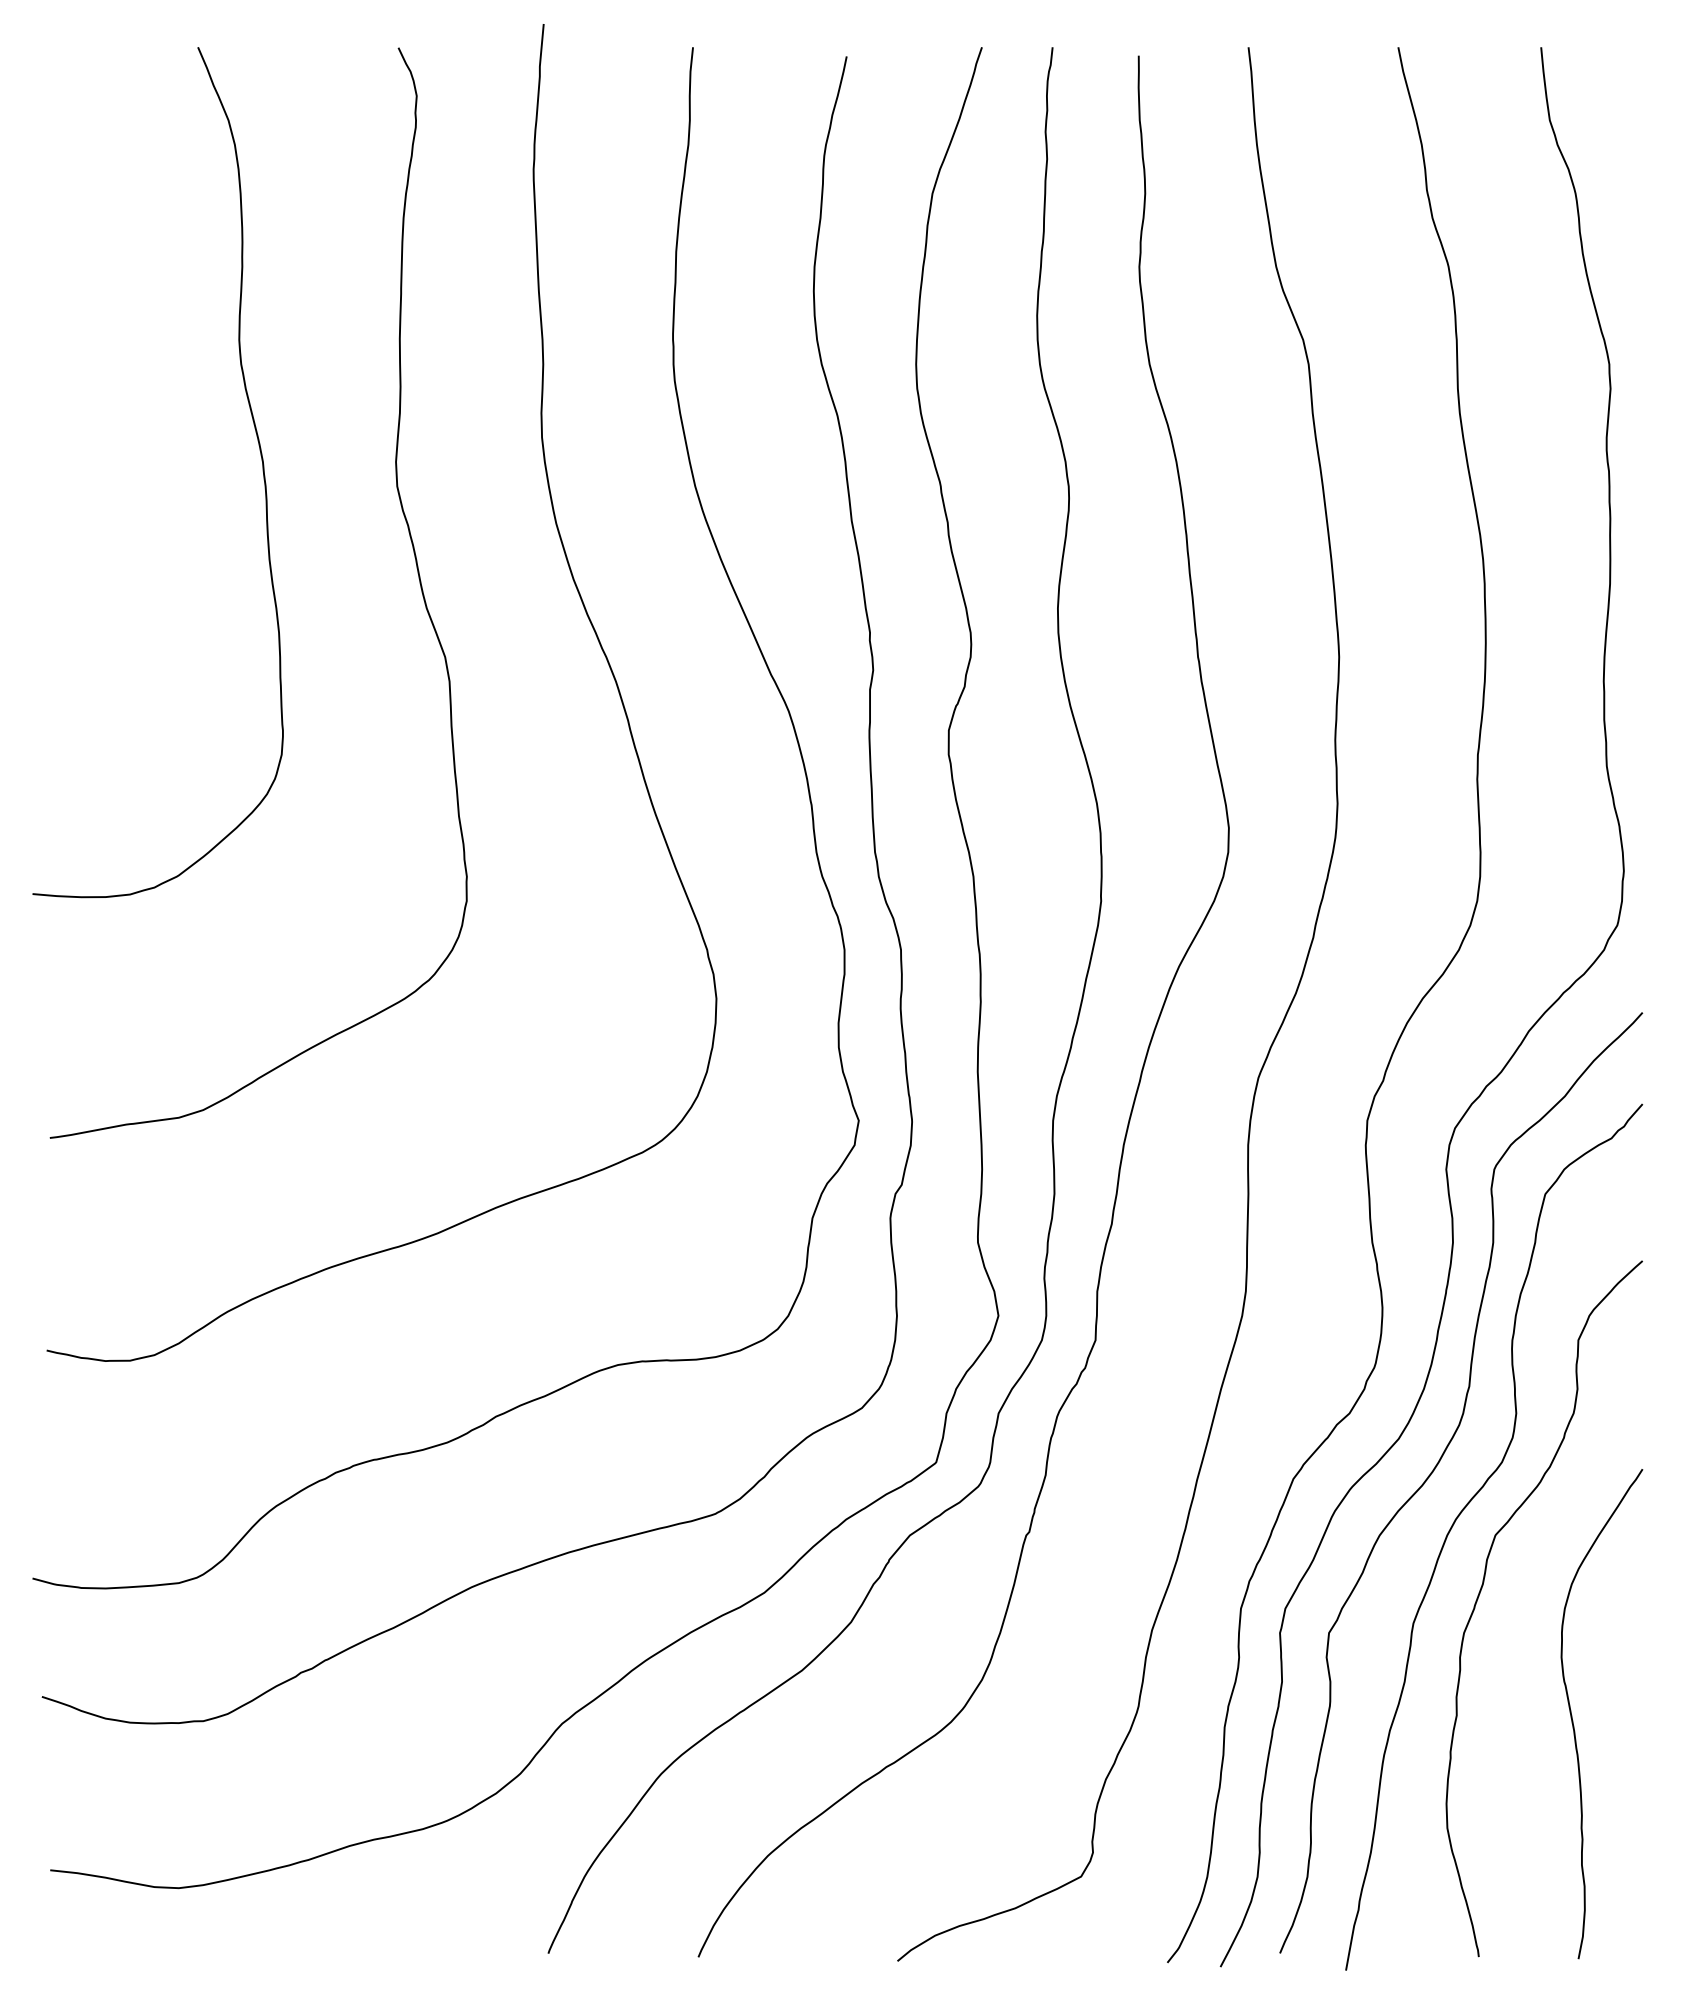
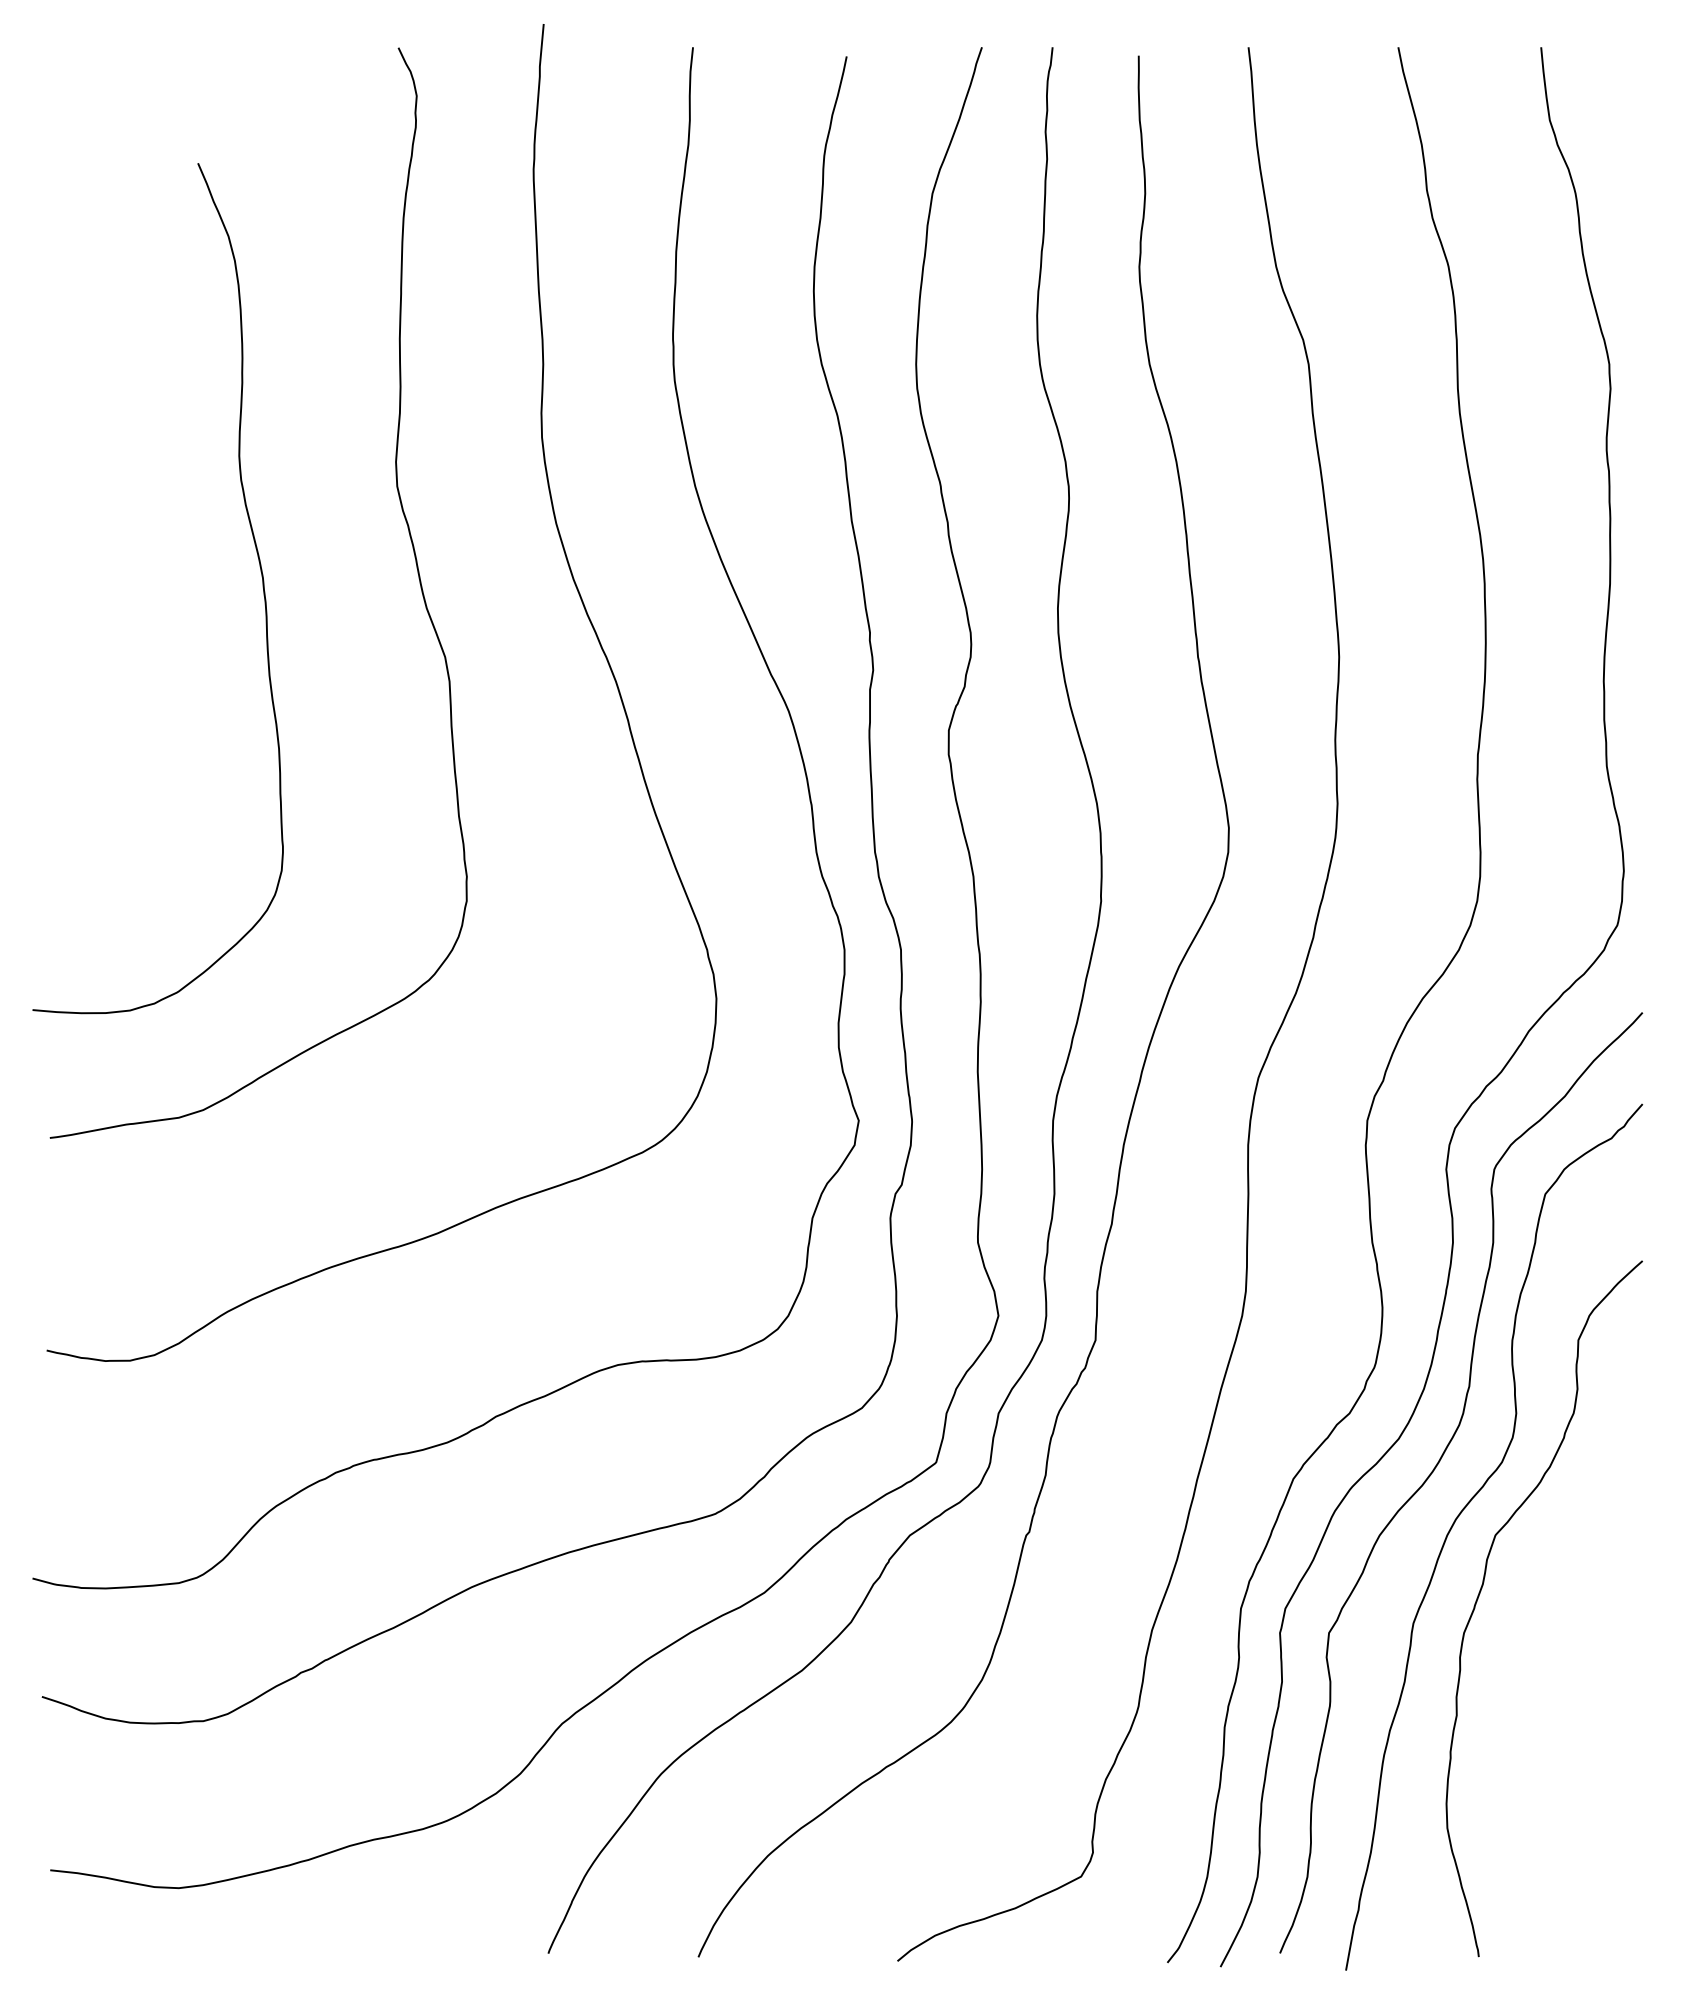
curve at (259, 450) position: (259, 450) -> (259, 566)
curve at (1573, 1720): present -> none
